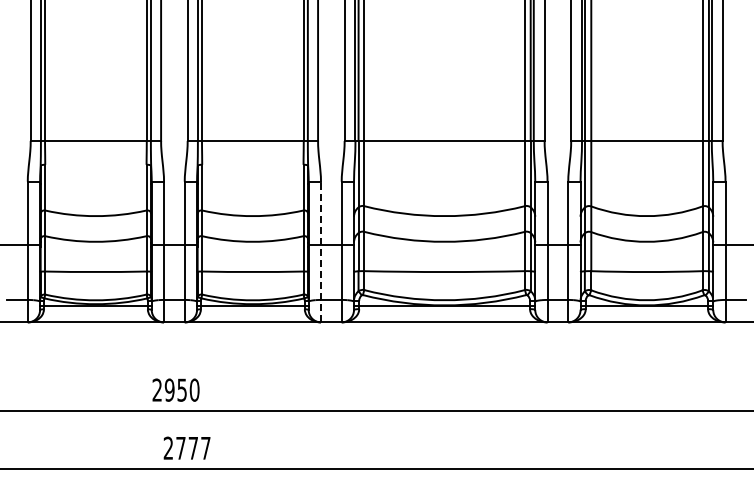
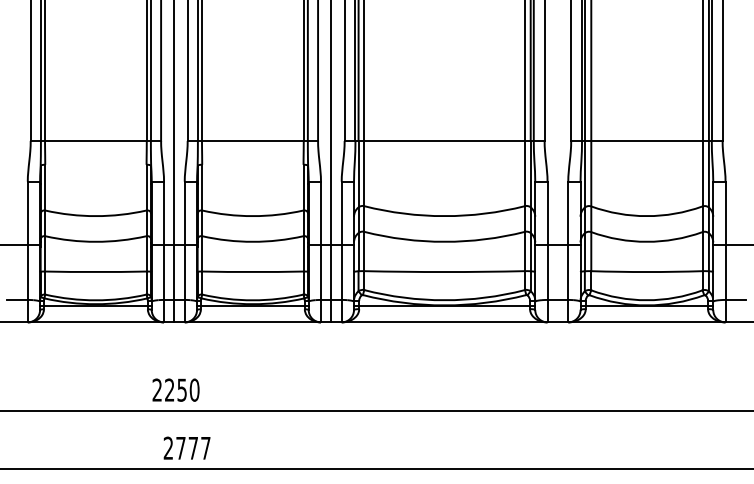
line at (174, 162): none -> present
line at (331, 162): none -> present
line at (321, 251): dashed -> solid
text at (169, 389): 2950 -> 2250
